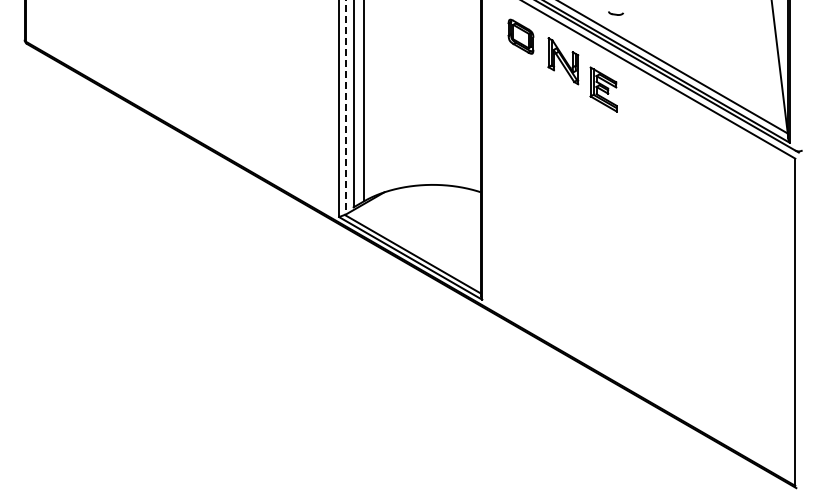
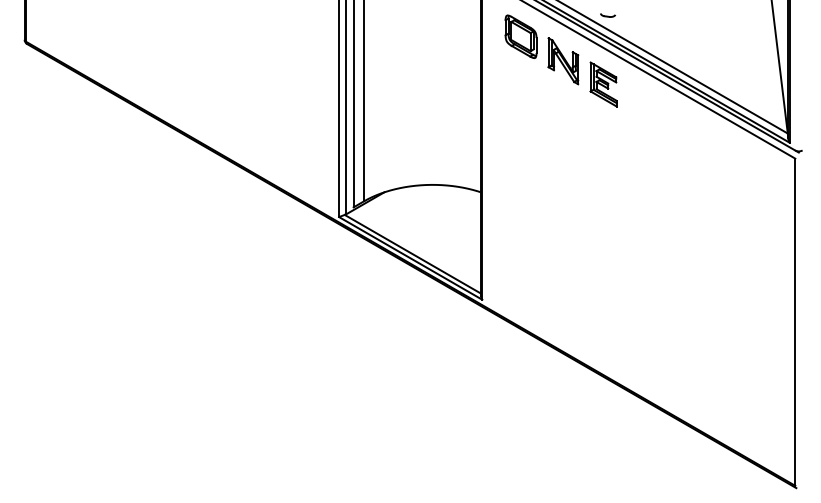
part at (615, 13) position: (615, 13) -> (607, 15)
part at (520, 36) size: 28x37 px -> 34x45 px
part at (603, 89) position: (603, 89) -> (603, 84)
line at (346, 107): dashed -> solid
